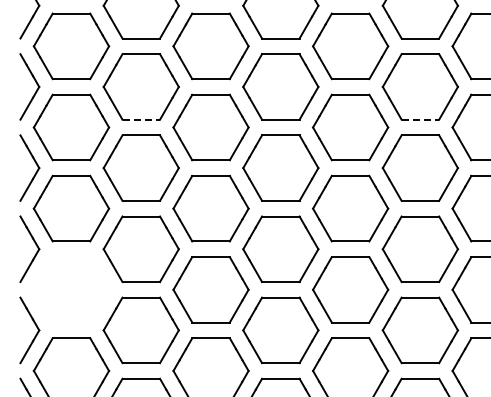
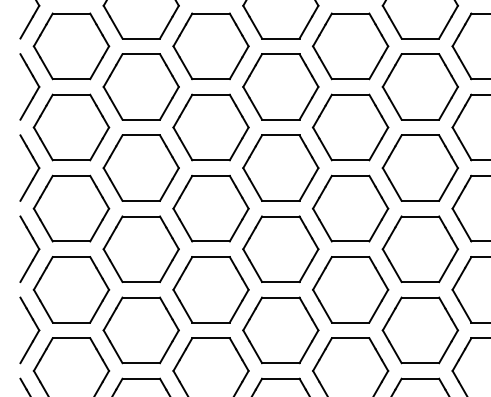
line at (141, 119): dashed -> solid
line at (420, 119): dashed -> solid
part at (71, 289): none -> present
